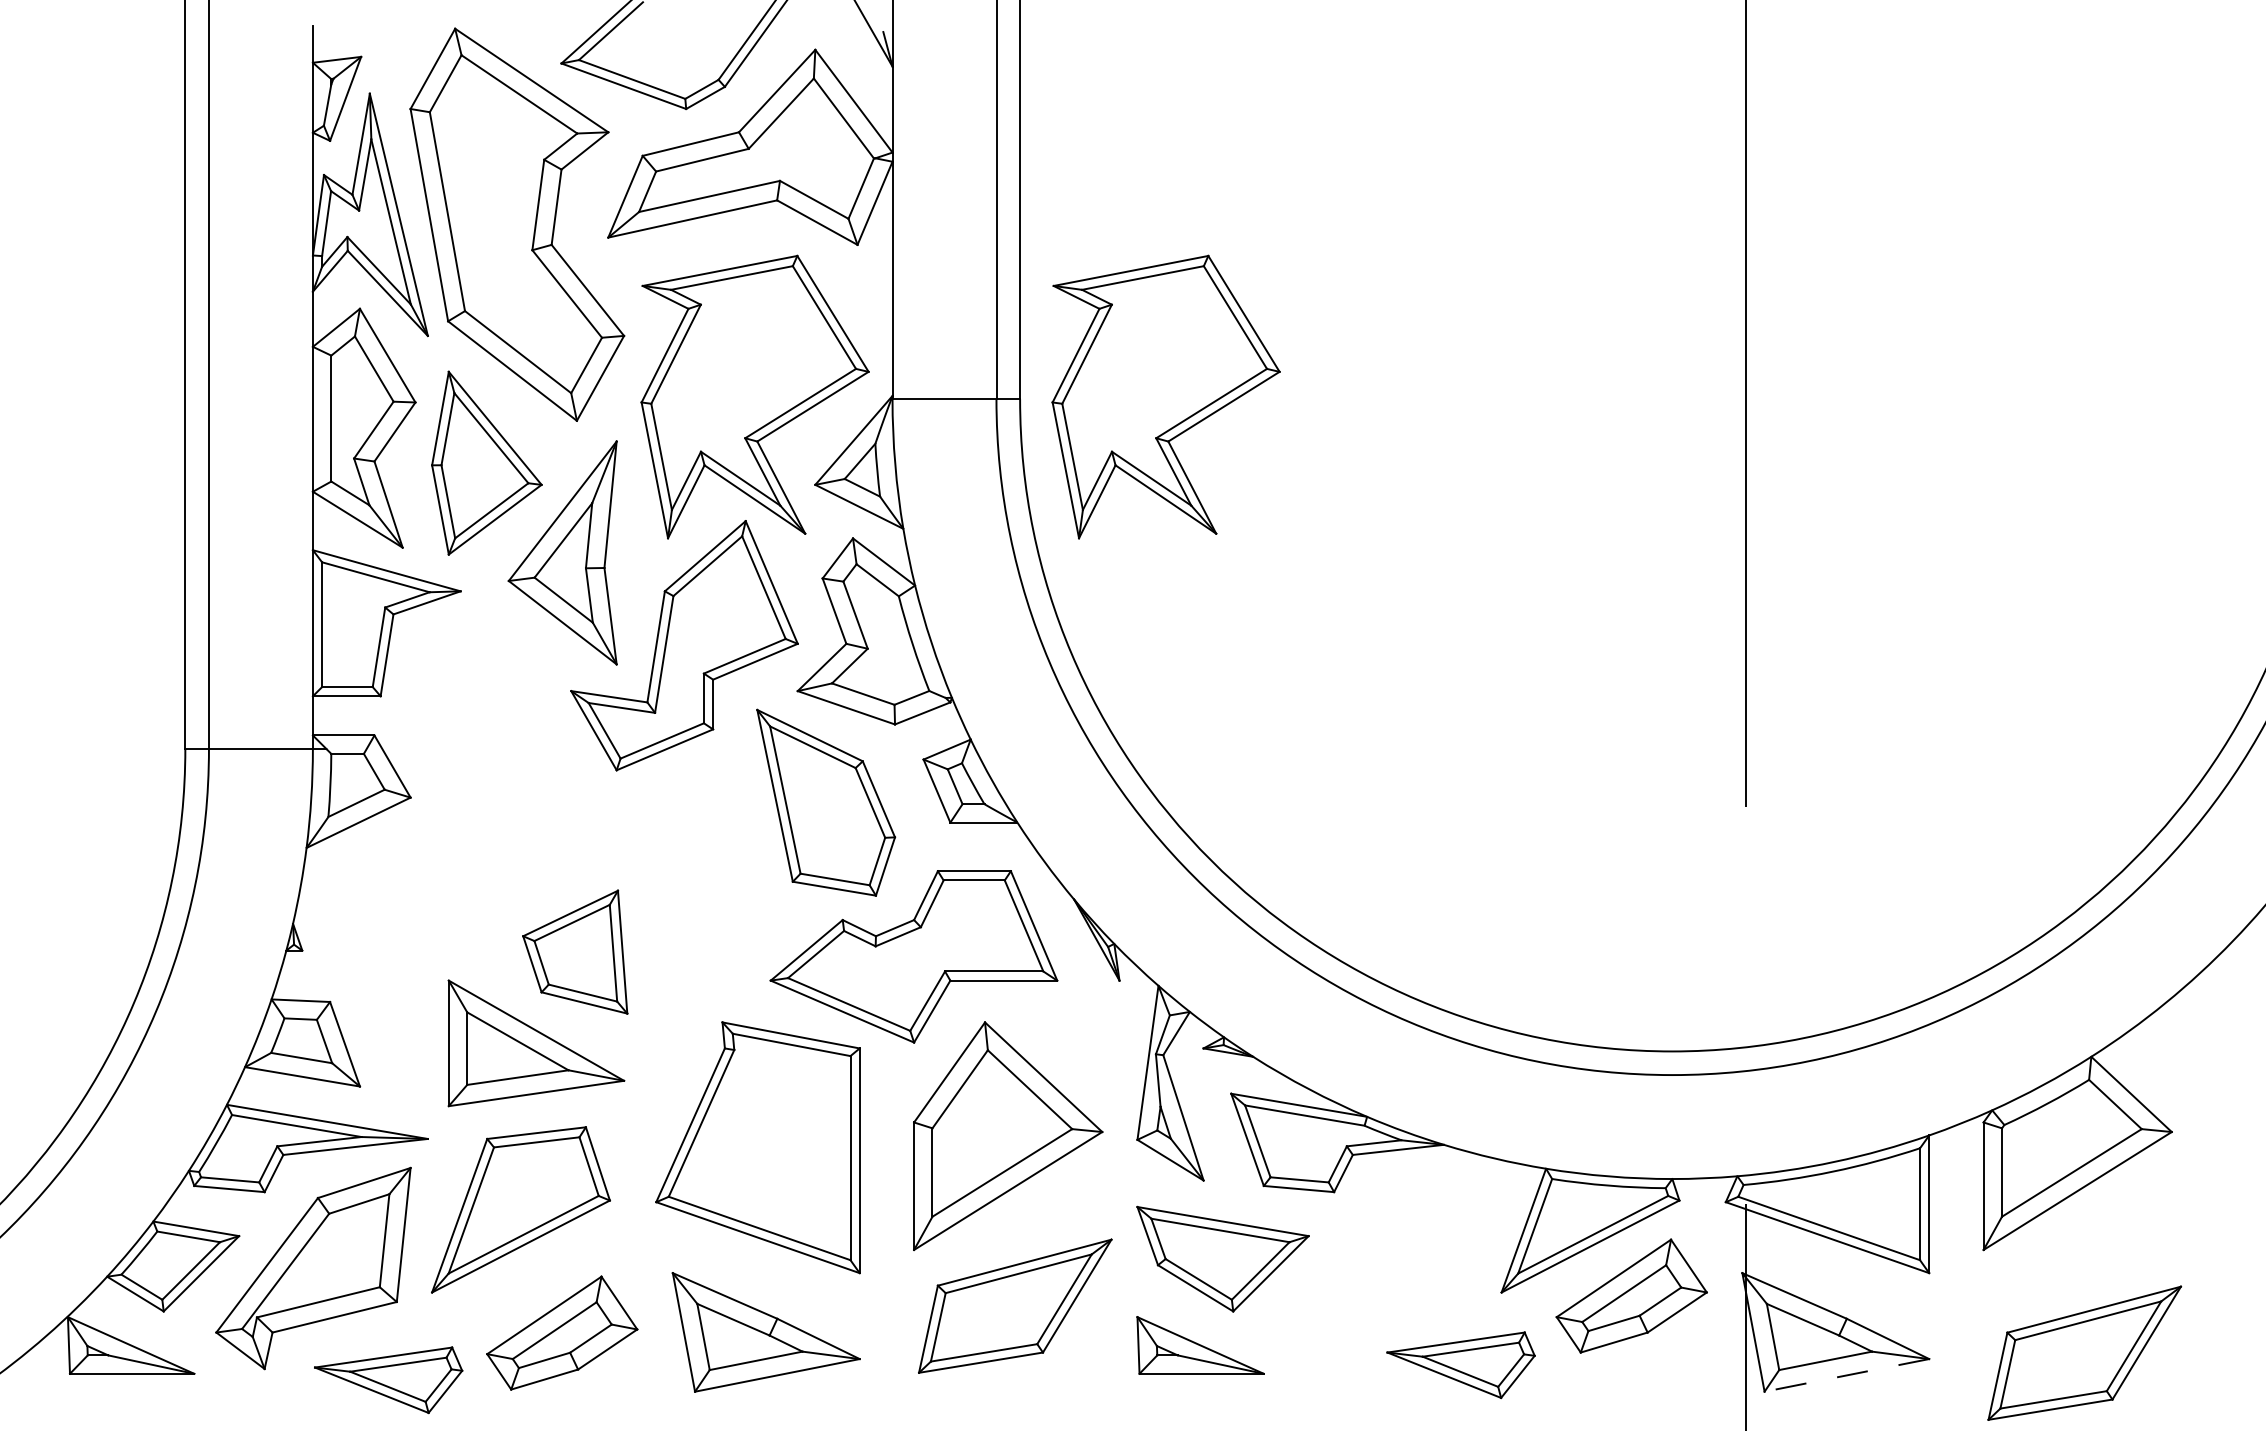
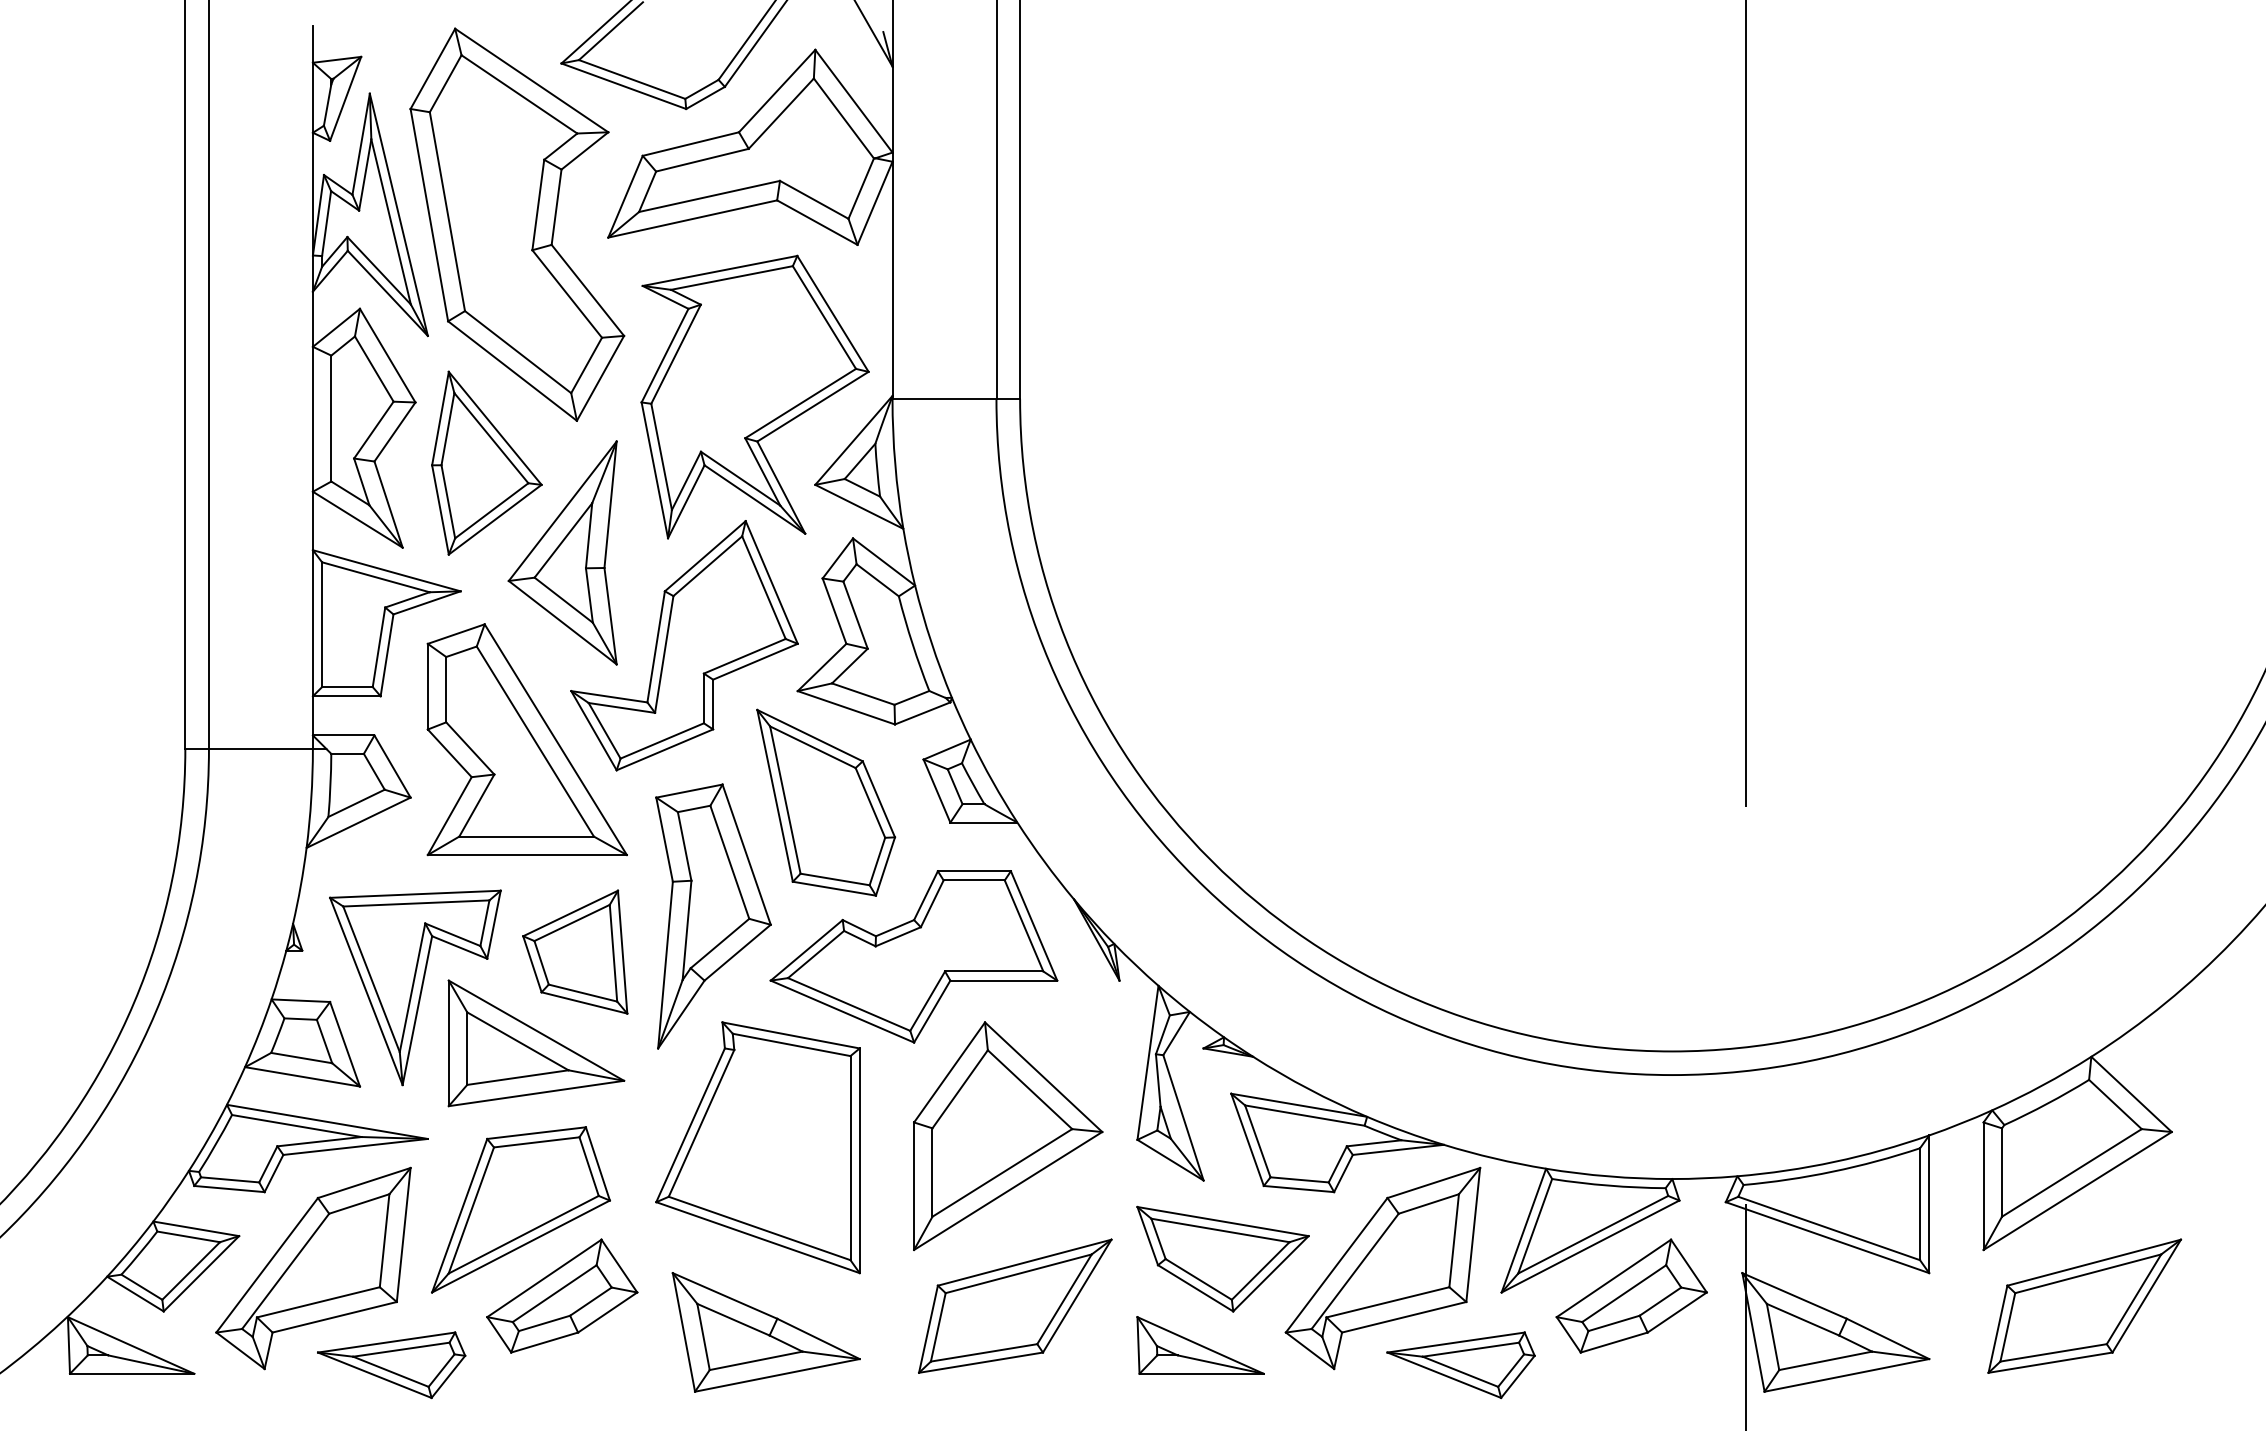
part at (1165, 396): present -> none
part at (526, 739): none -> present
part at (713, 916): none -> present
part at (415, 987): none -> present
part at (1382, 1268): none -> present
part at (562, 1332) position: (562, 1332) -> (562, 1295)
part at (2084, 1352) position: (2084, 1352) -> (2084, 1305)
line at (1846, 1375): dashed -> solid
part at (388, 1380) position: (388, 1380) -> (391, 1365)
